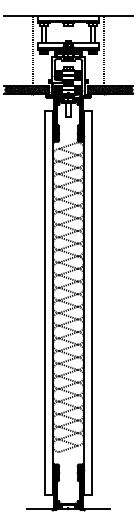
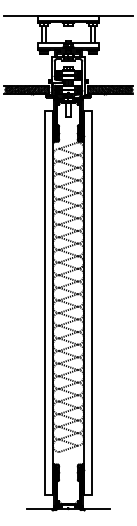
line at (32, 50): present -> none
line at (104, 50): present -> none
